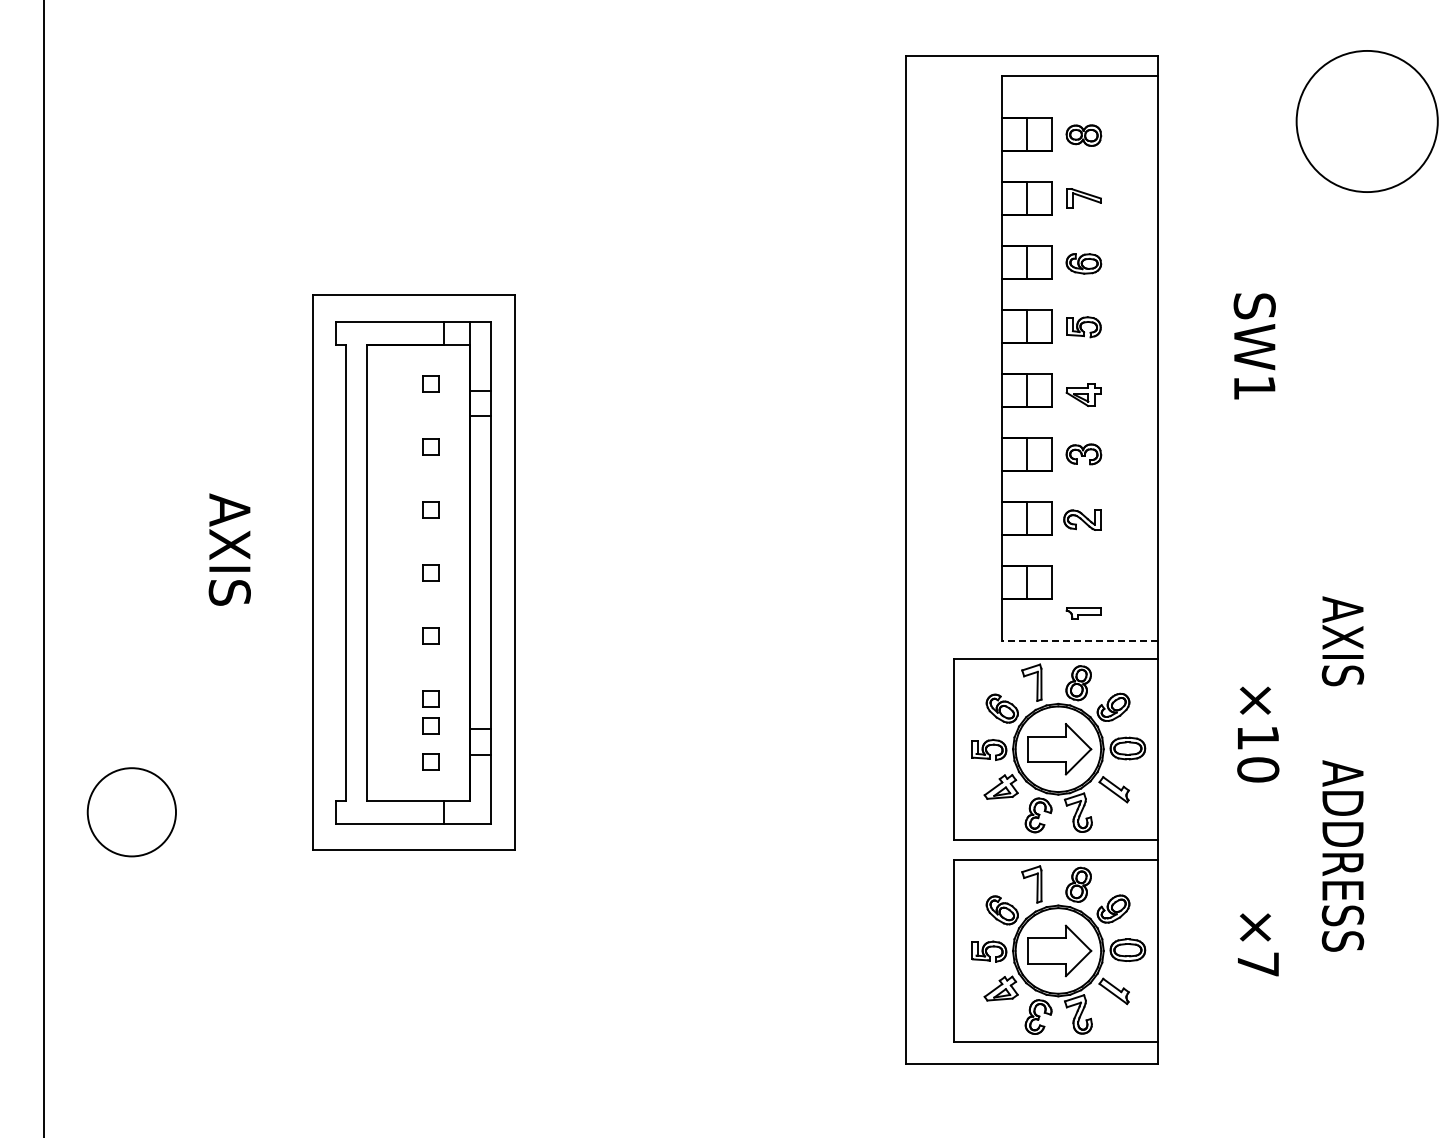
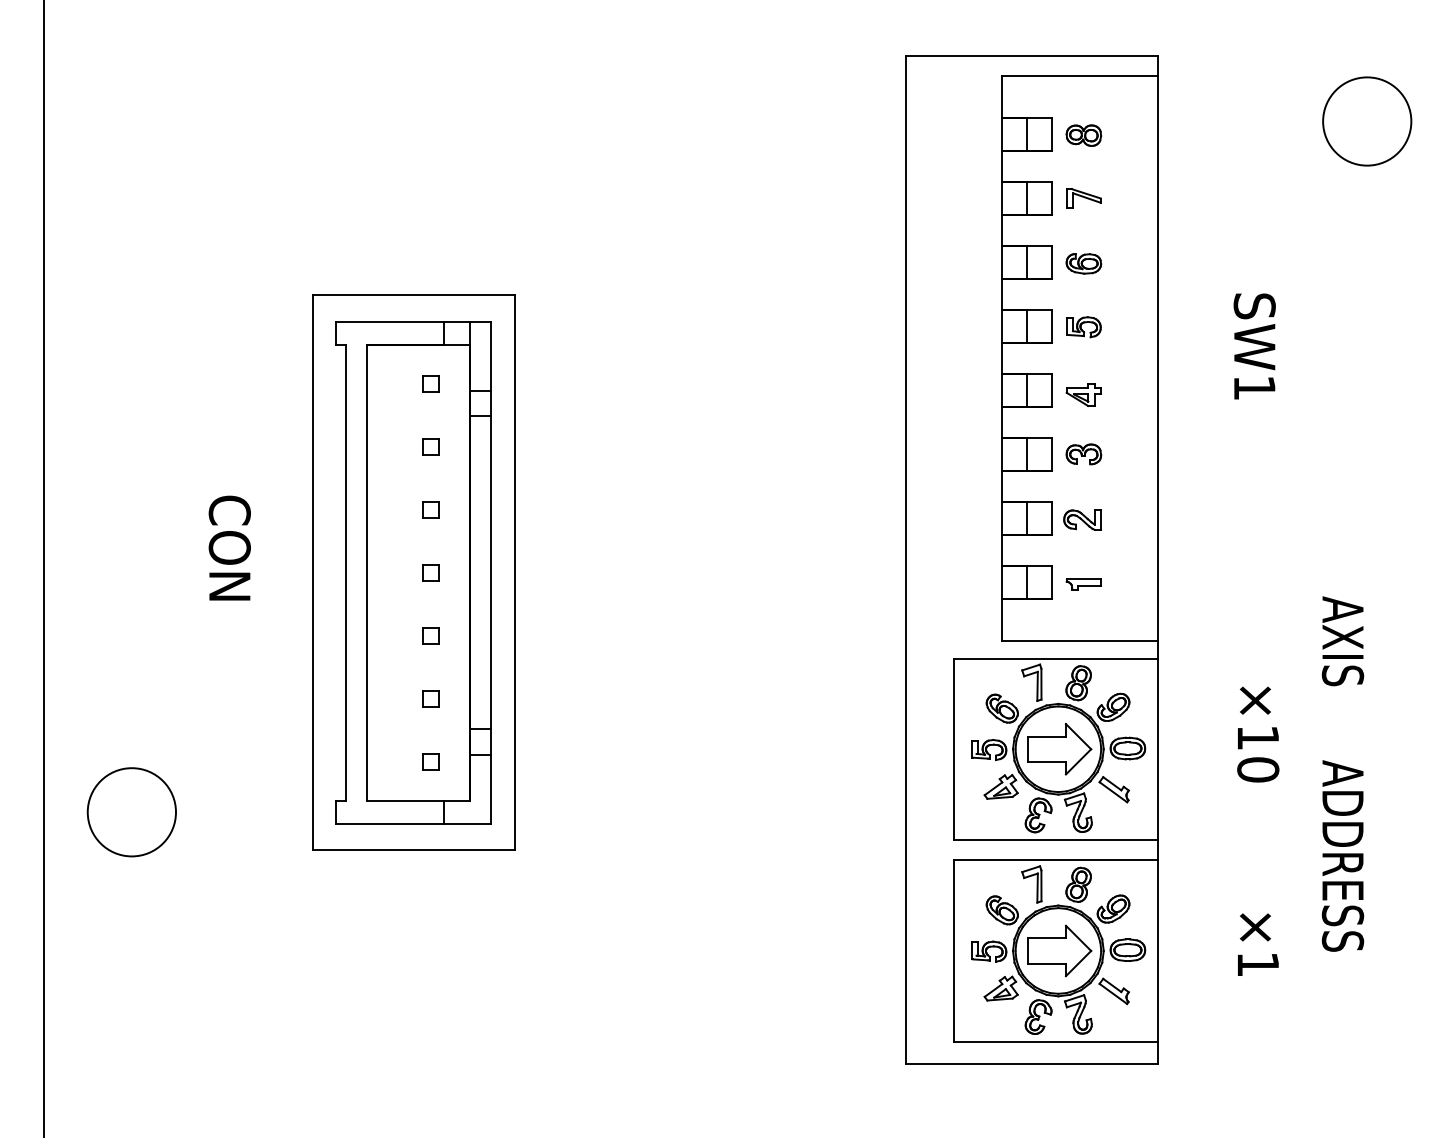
circle at (1366, 121) diameter: 141 px -> 88 px
text at (229, 549): AXIS -> CON
part at (1083, 613) position: (1083, 613) -> (1083, 584)
line at (1079, 640): dashed -> solid
part at (430, 725): present -> none
text at (1258, 964): ×7 -> ×1
